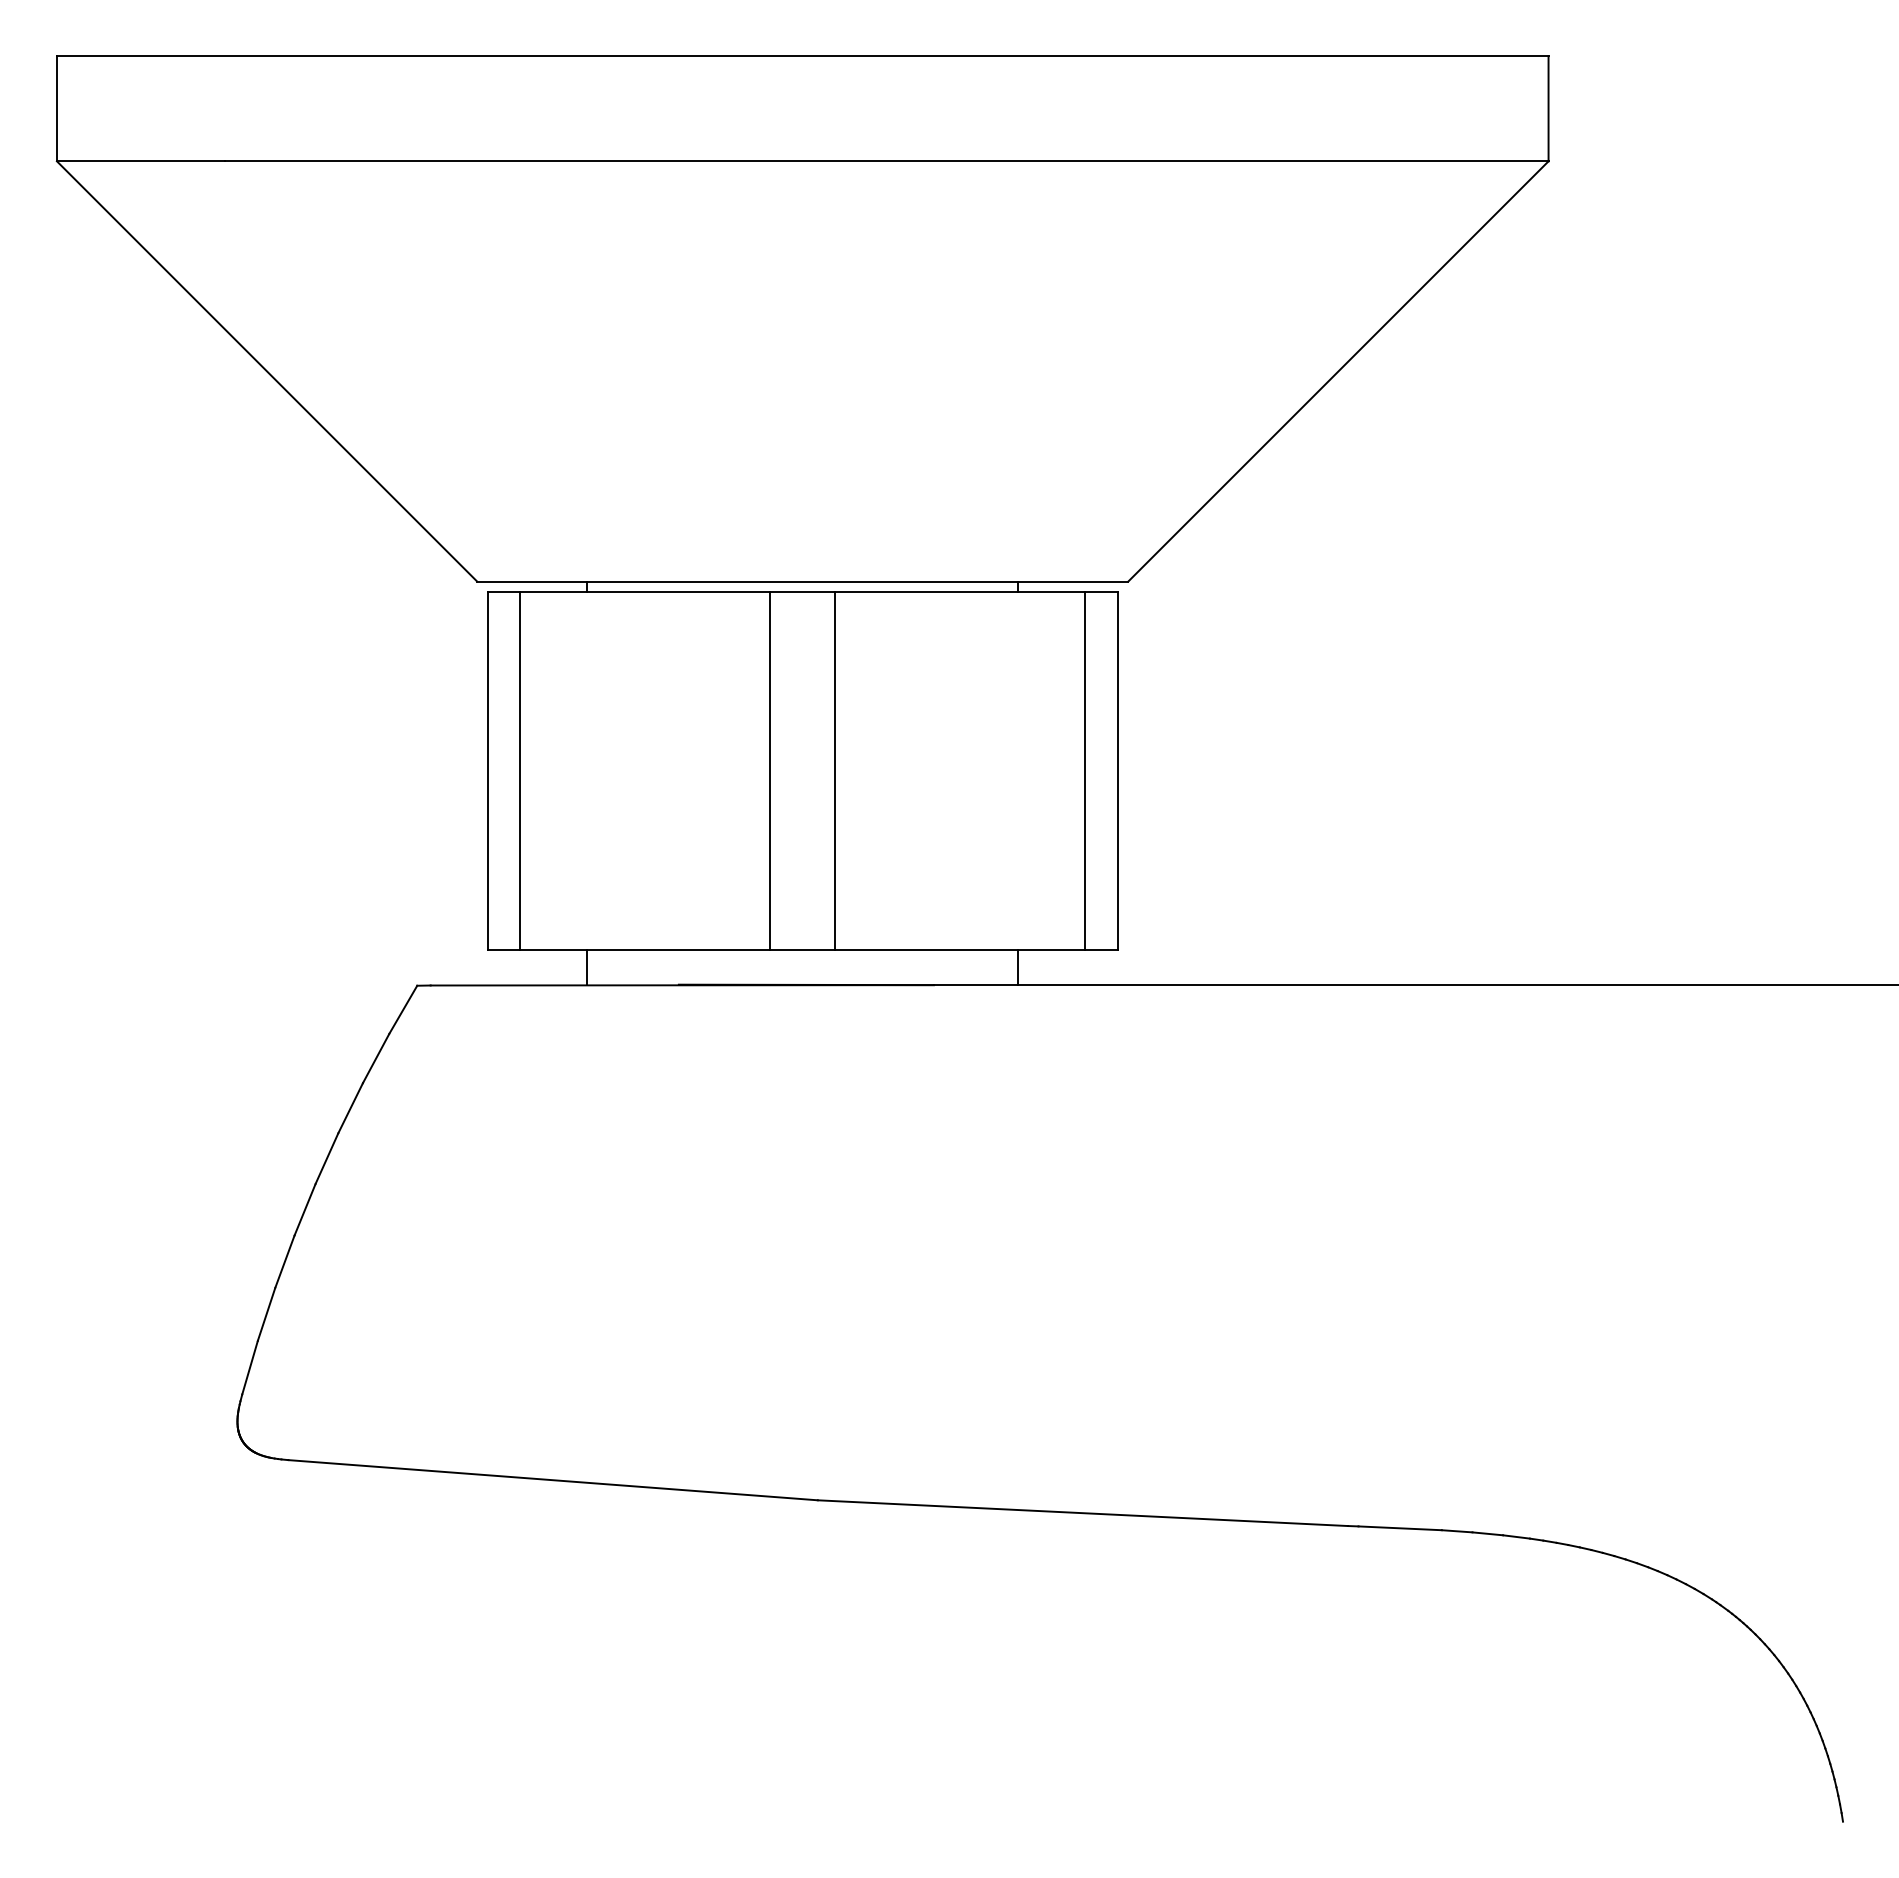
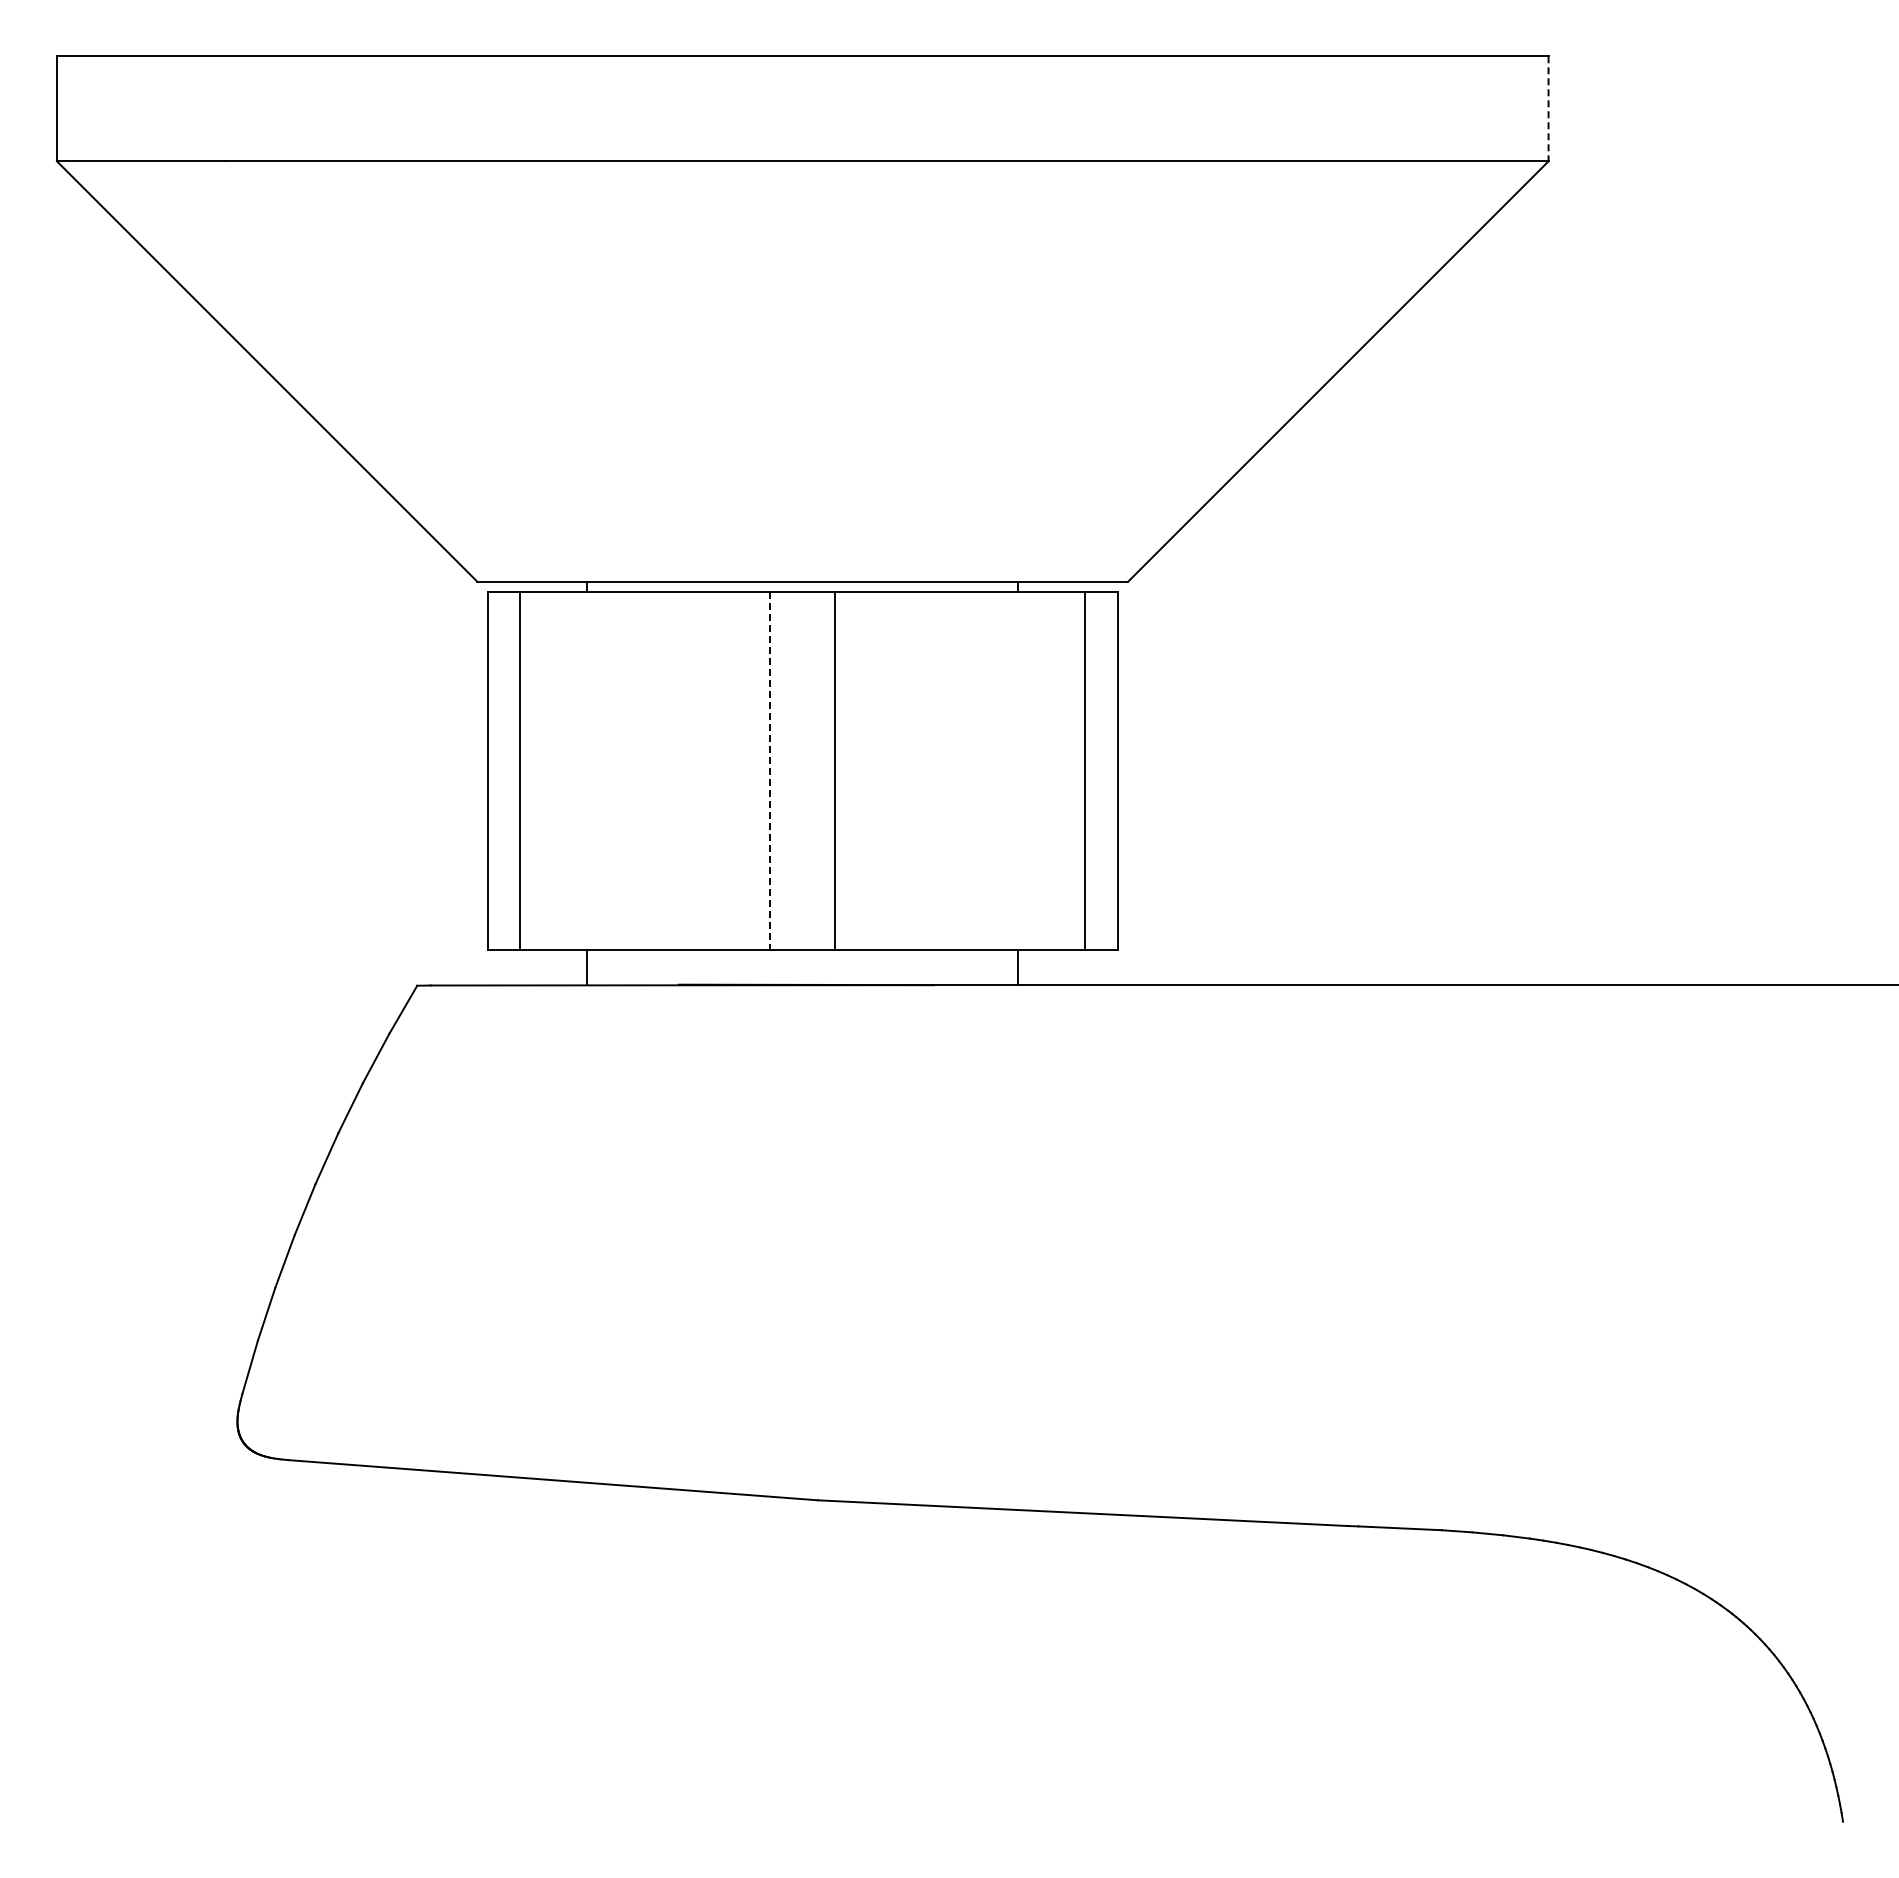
line at (1548, 108): solid -> dashed
line at (770, 771): solid -> dashed
